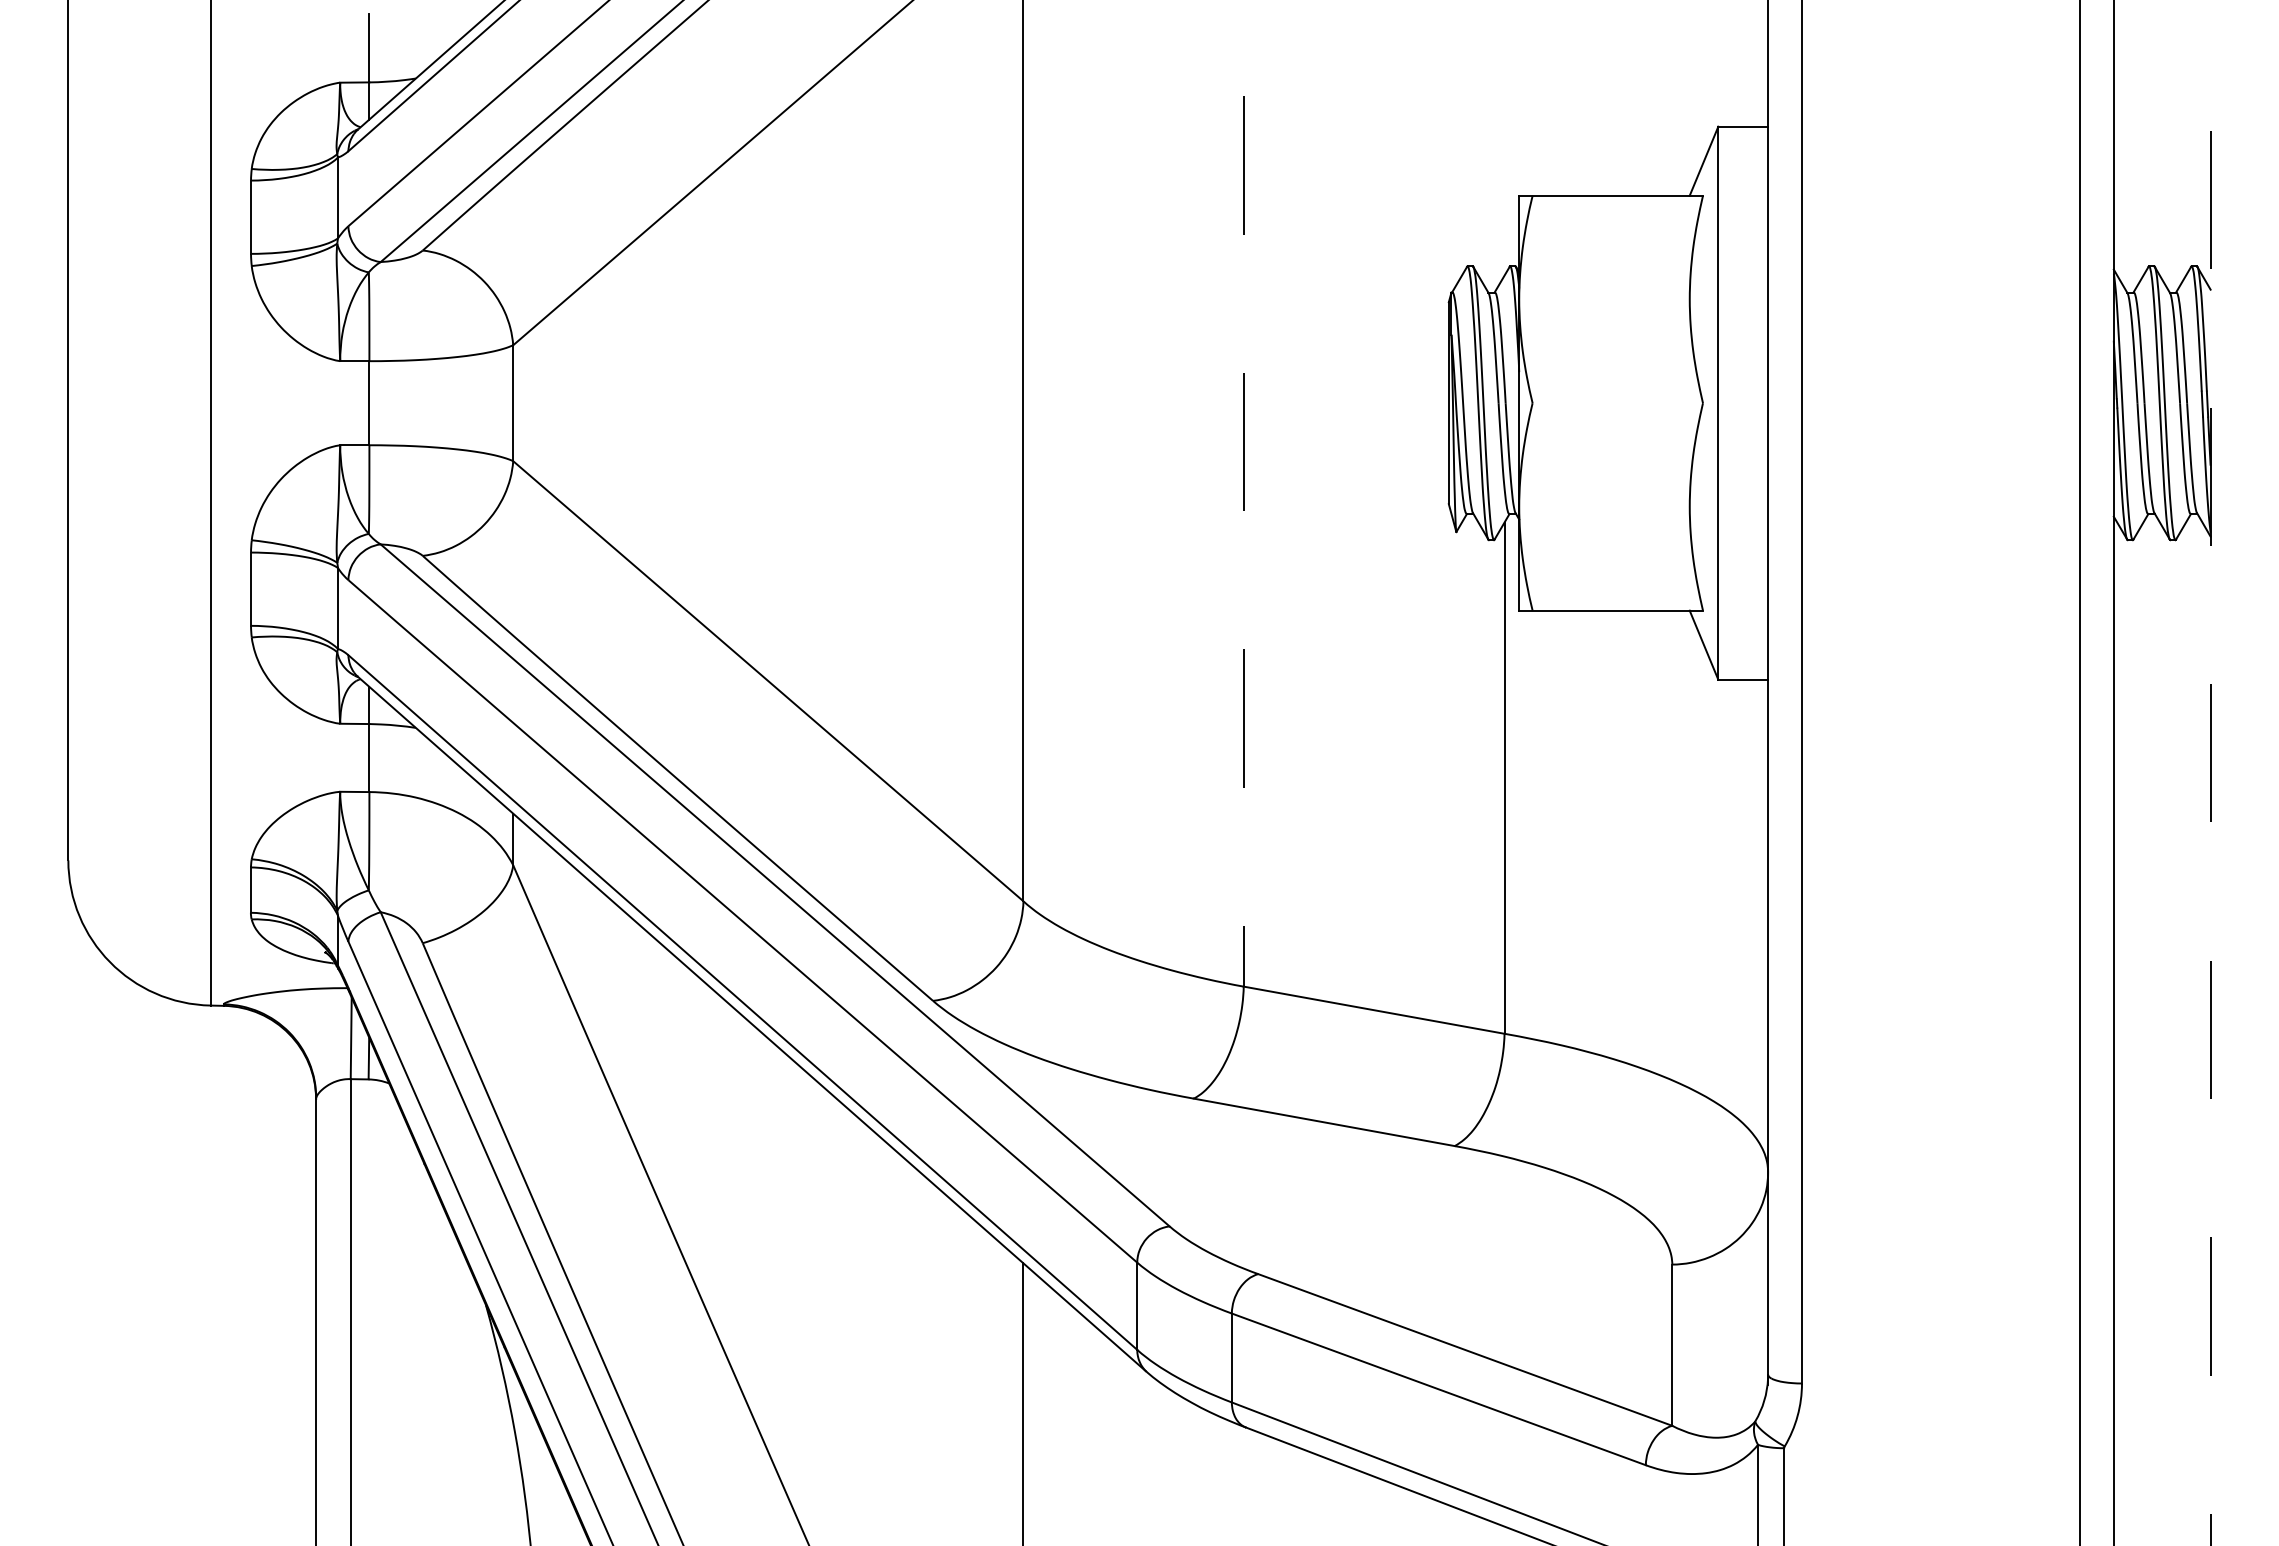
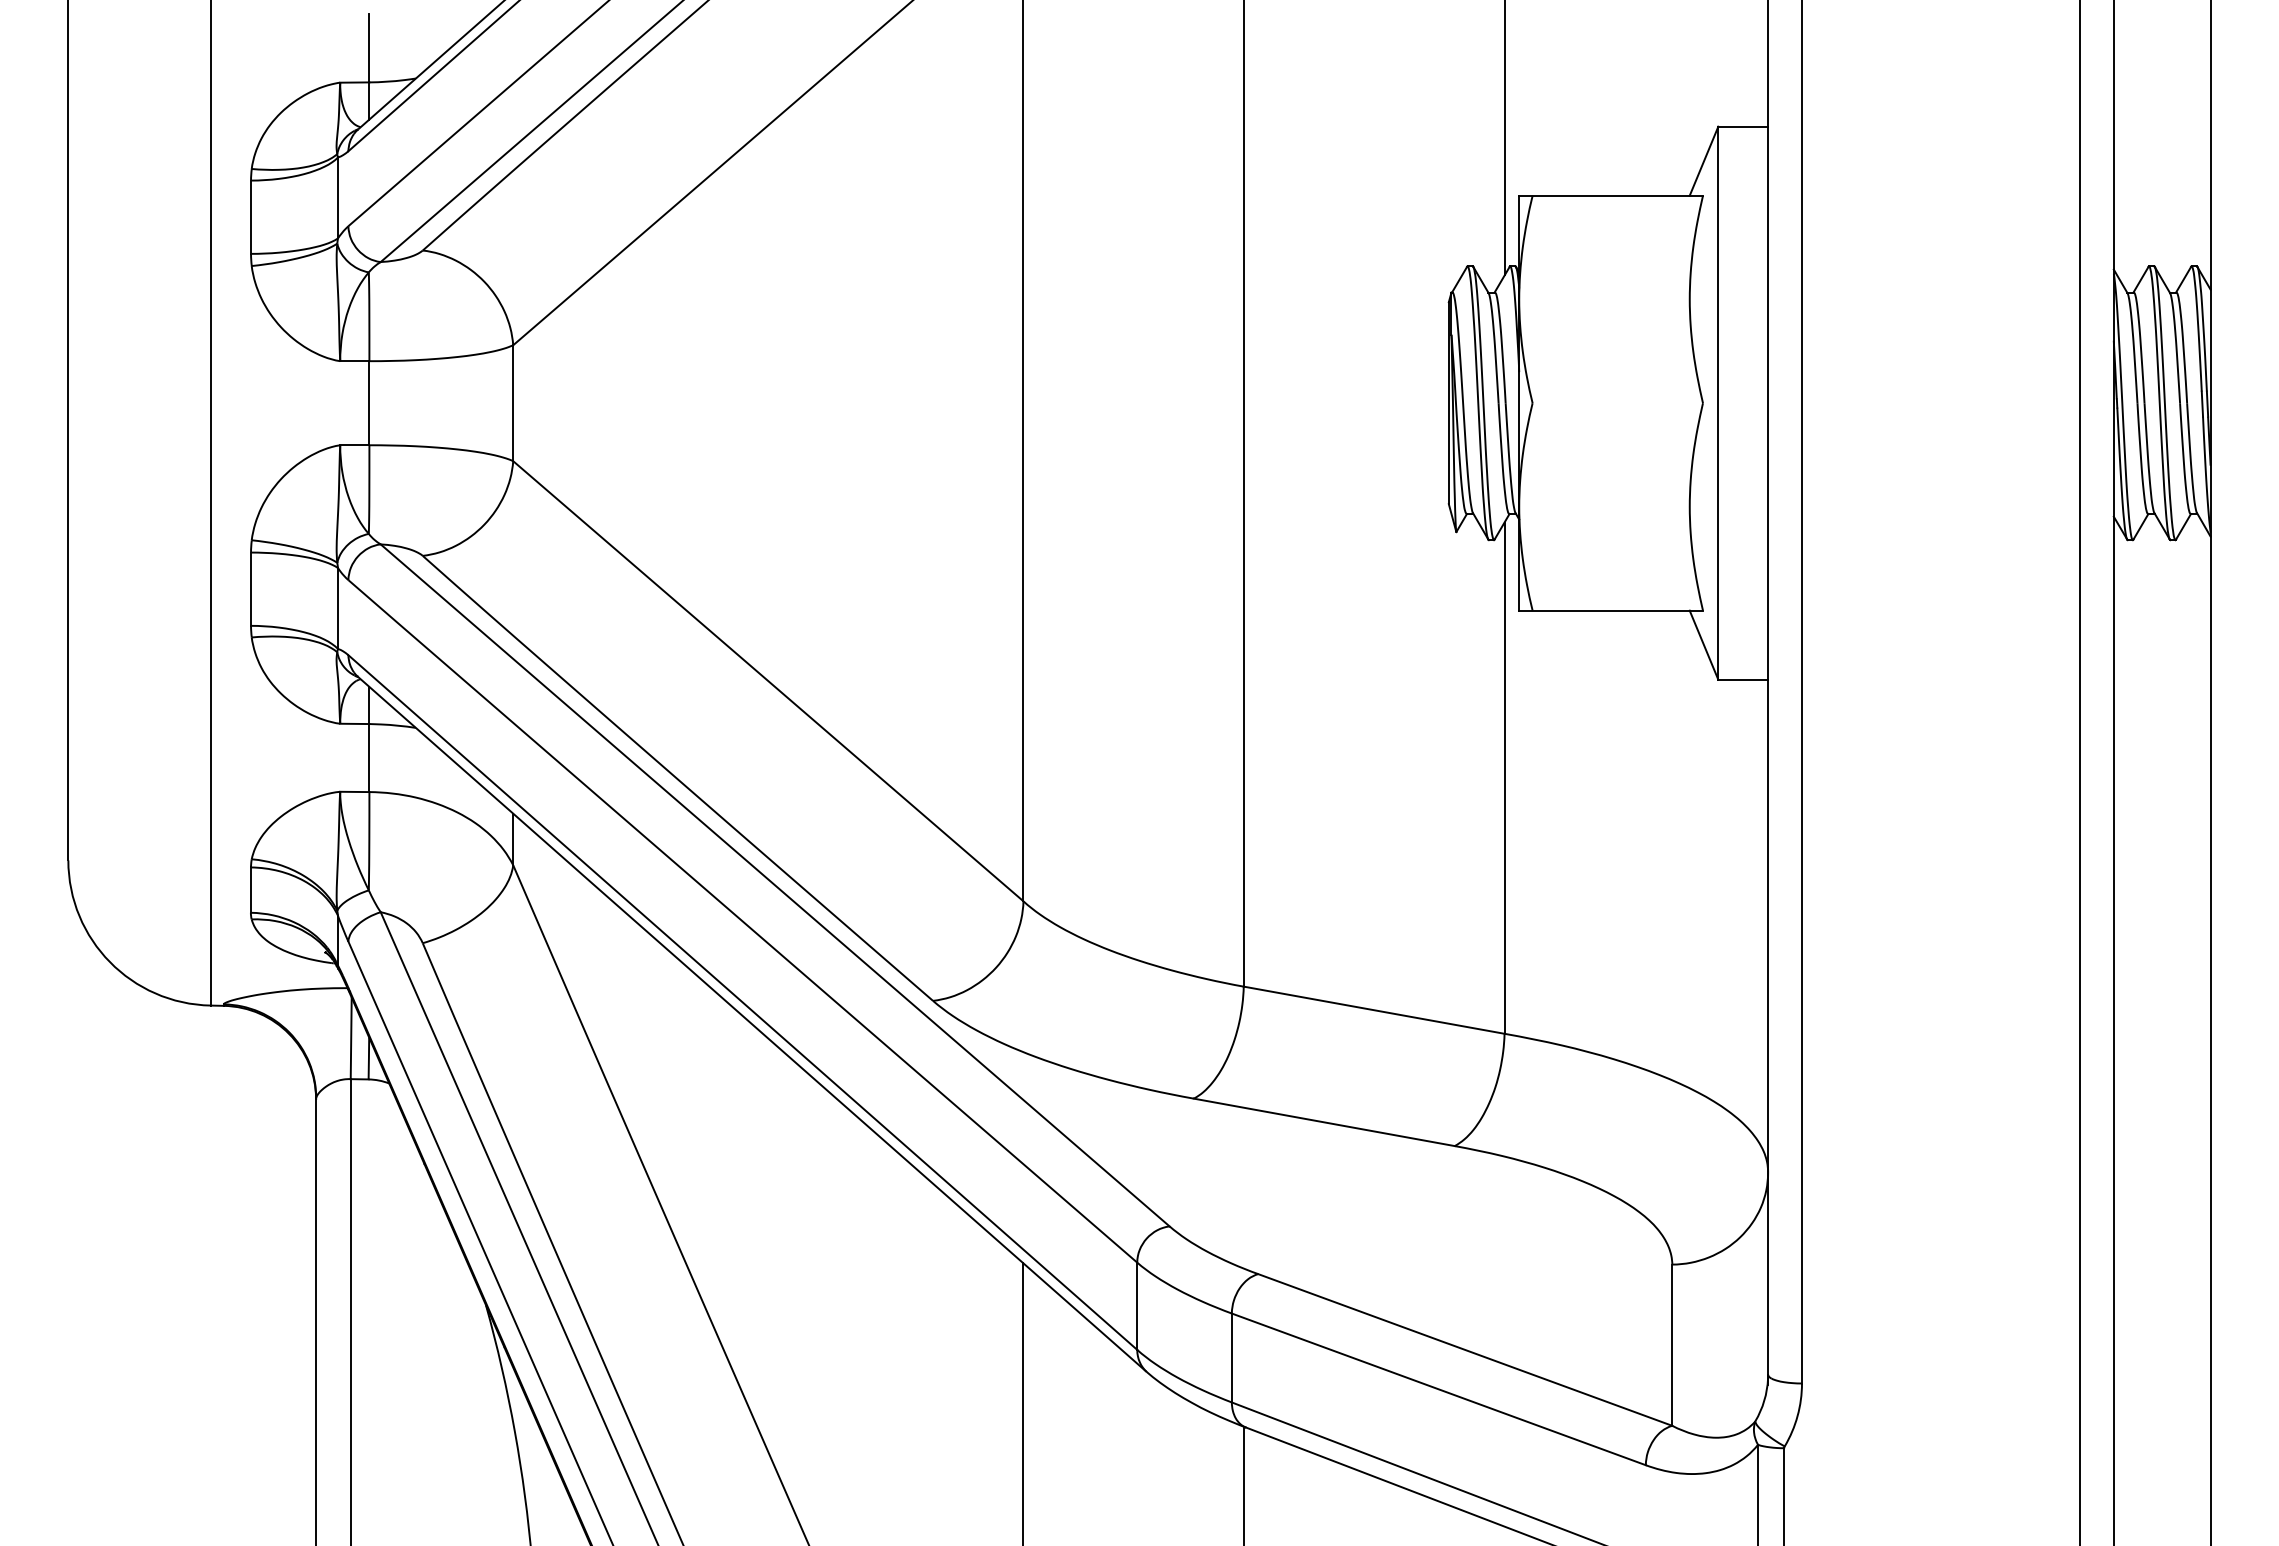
line at (1504, 138): none -> present
line at (1243, 493): dashed -> solid
line at (2210, 772): dashed -> solid
line at (1243, 1484): none -> present
